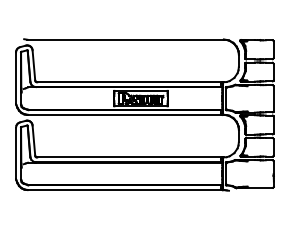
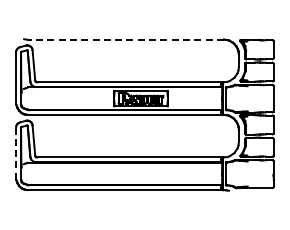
line at (125, 39): solid -> dashed
line at (16, 153): solid -> dashed
